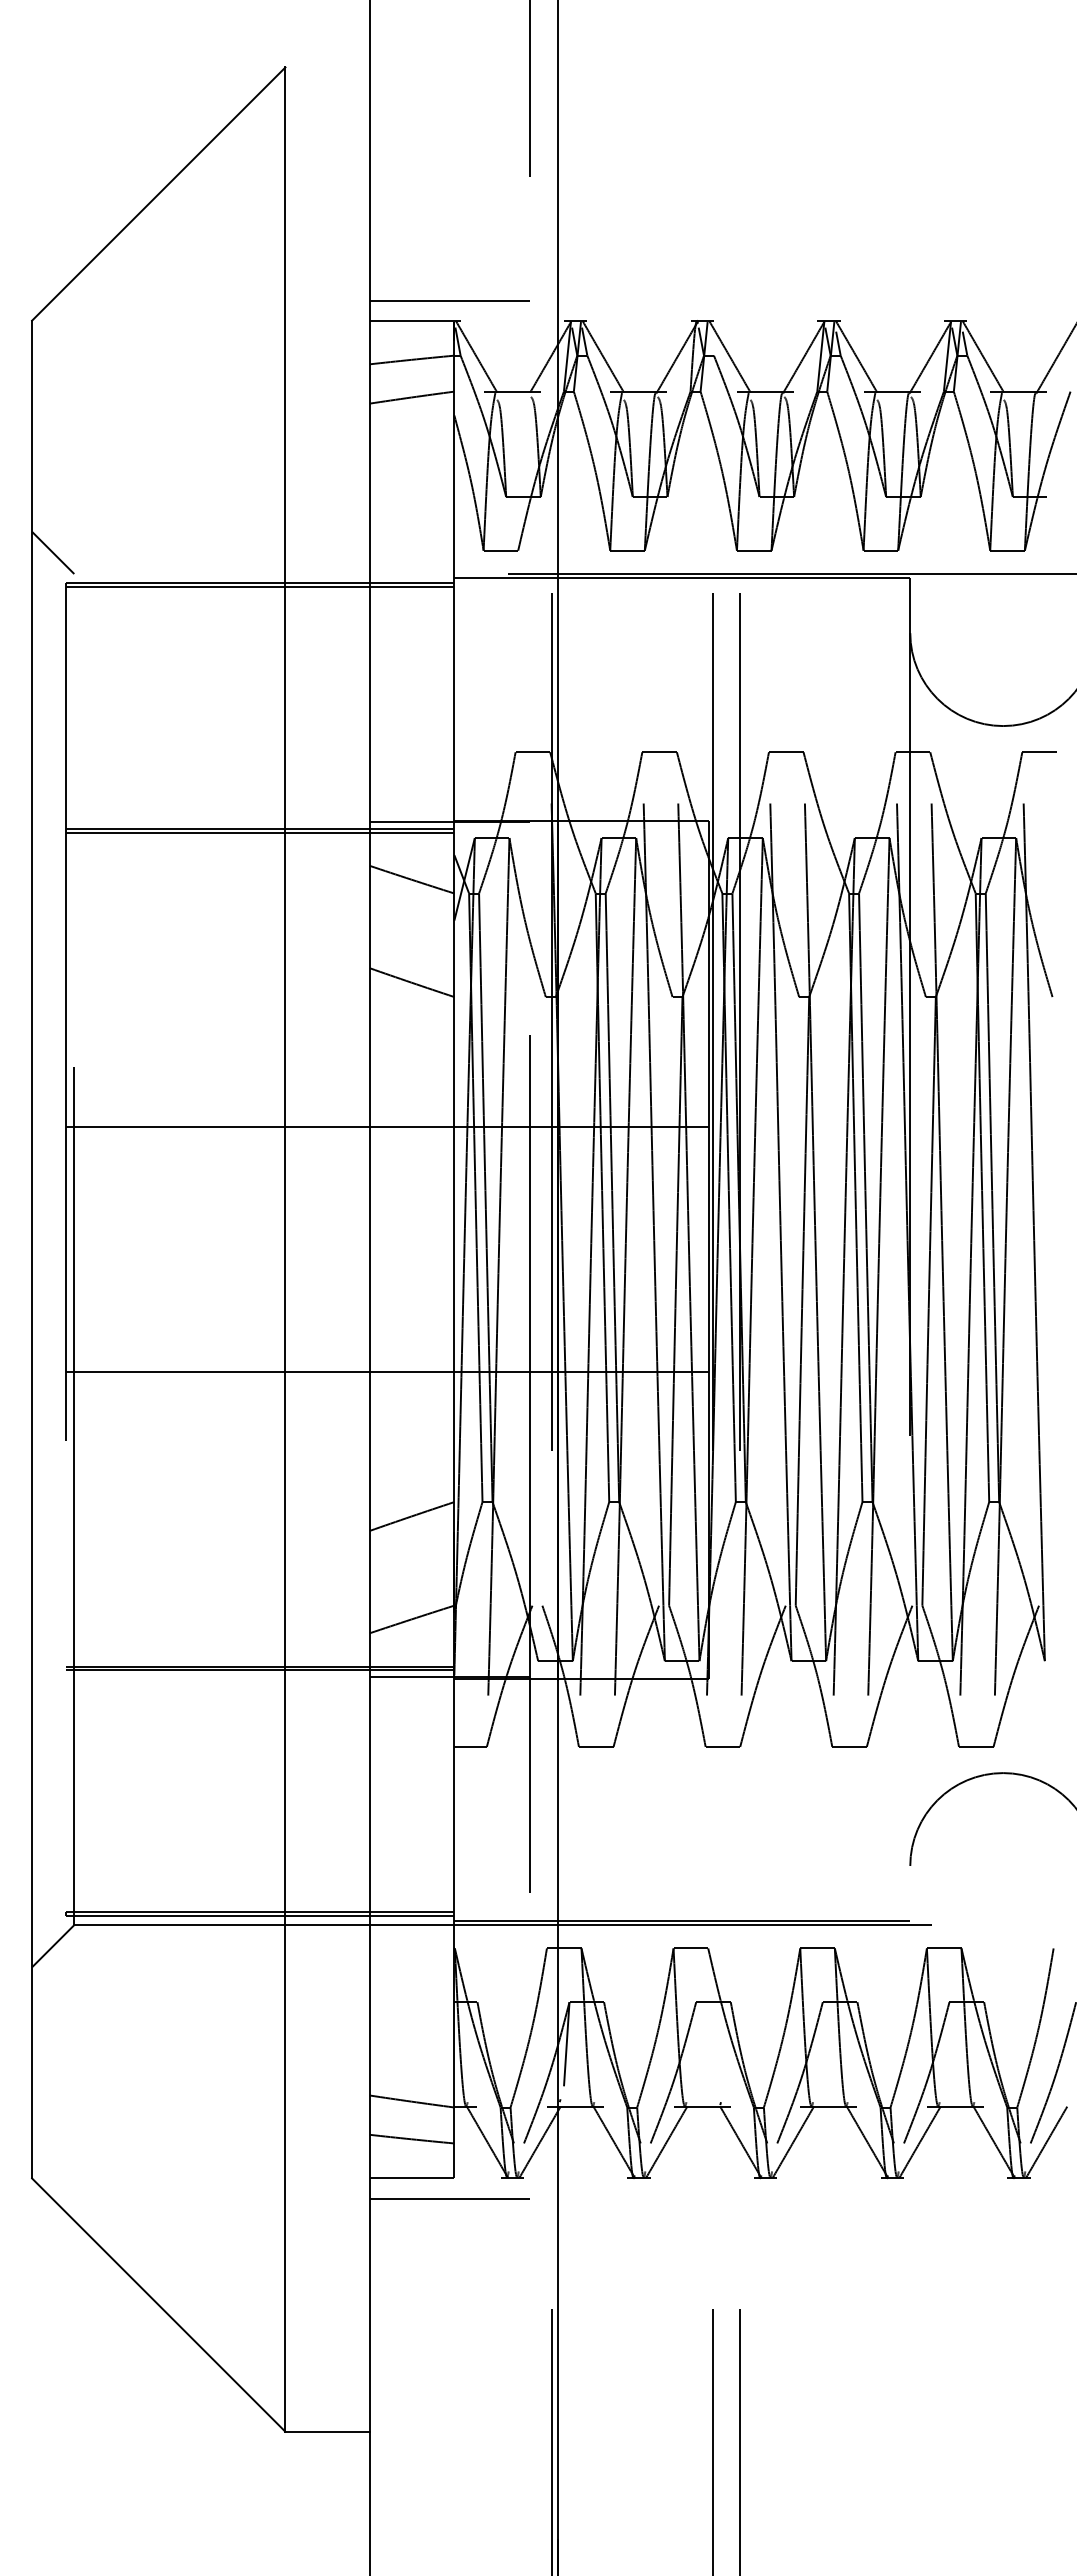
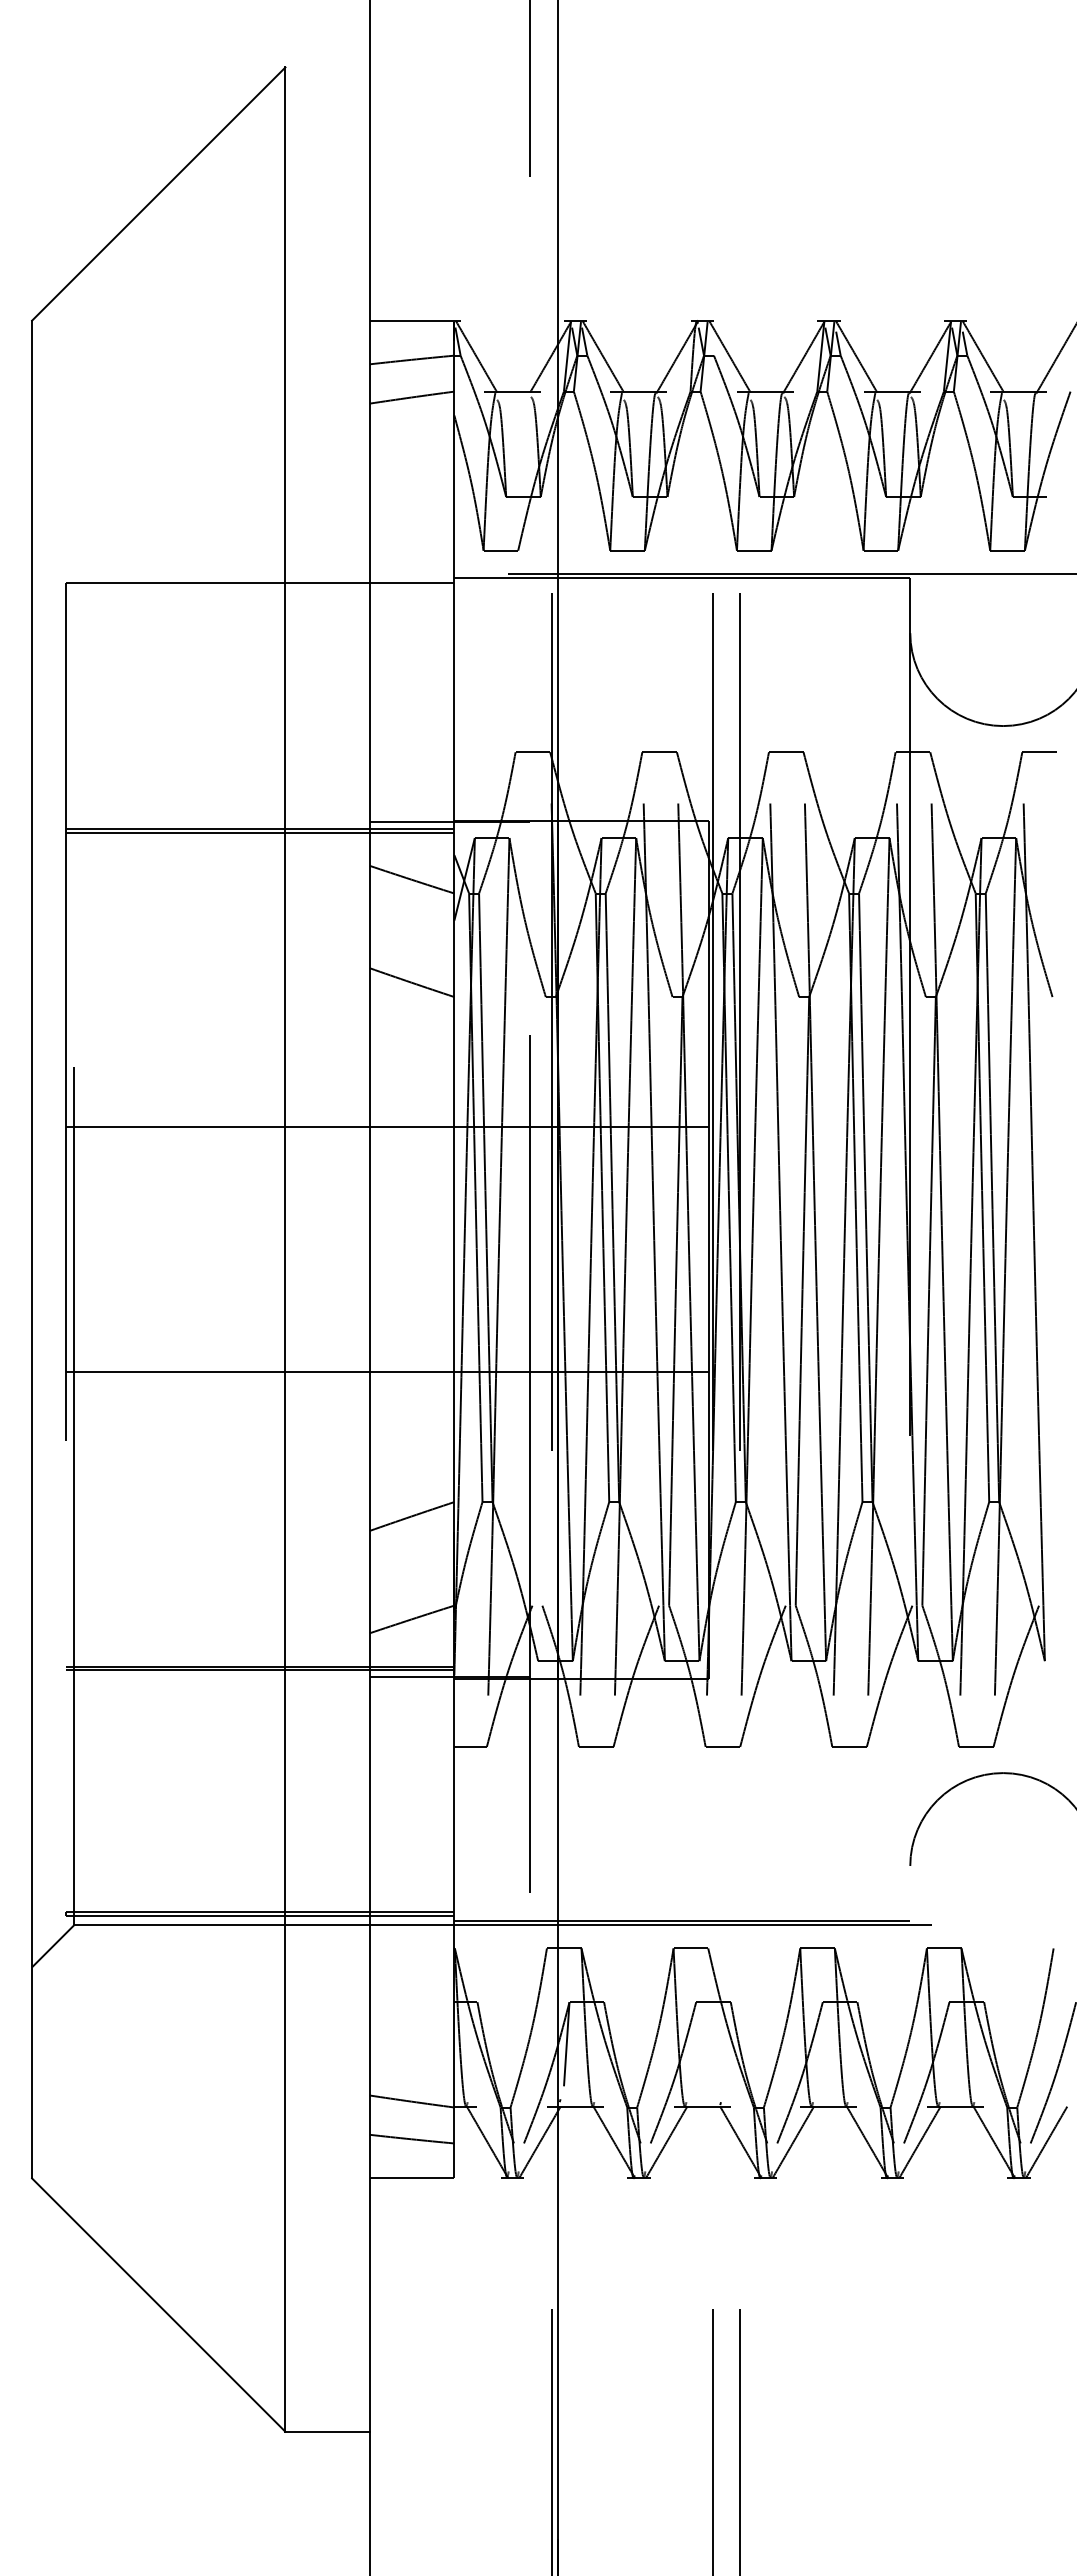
line at (449, 300): present -> none
line at (53, 552): present -> none
line at (259, 586): present -> none
line at (449, 2198): present -> none
